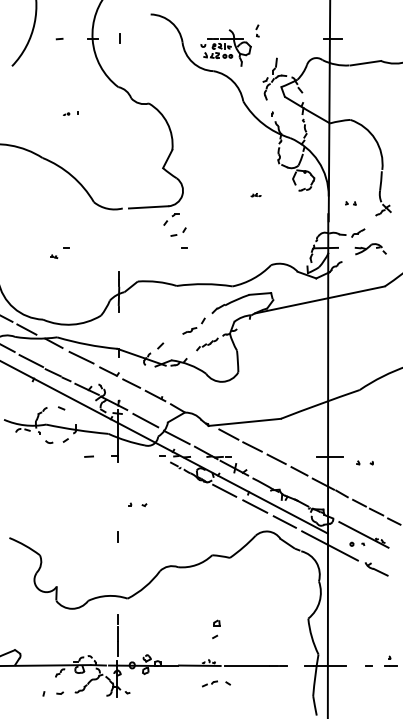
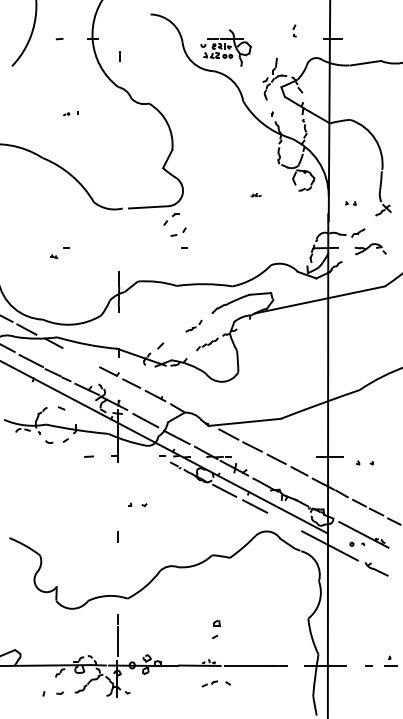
part at (257, 30) position: (257, 30) -> (294, 30)
line at (119, 38) position: (119, 38) -> (119, 56)
part at (193, 325) size: 24x18 px -> 18x14 px
line at (81, 357): present -> none
line at (284, 521): present -> none
